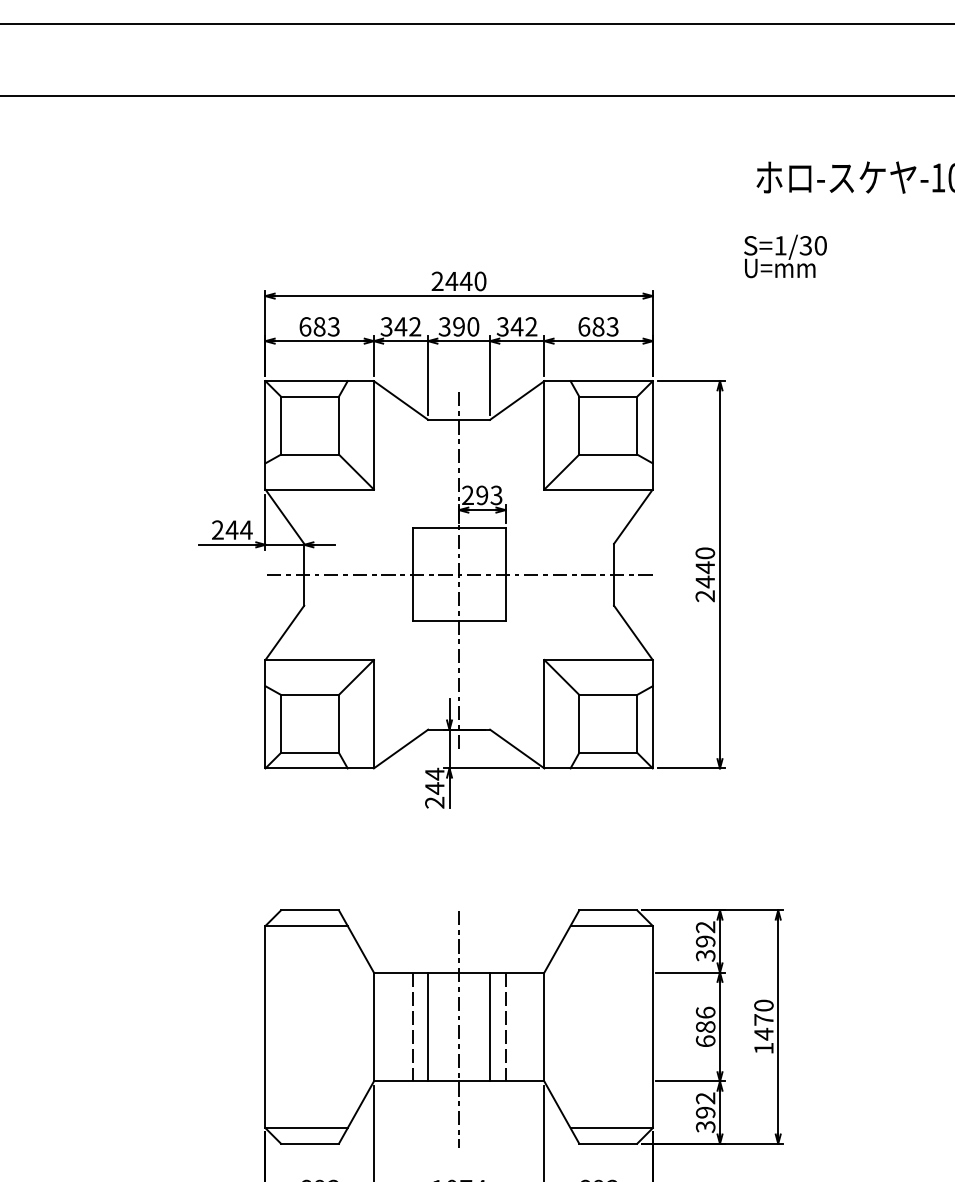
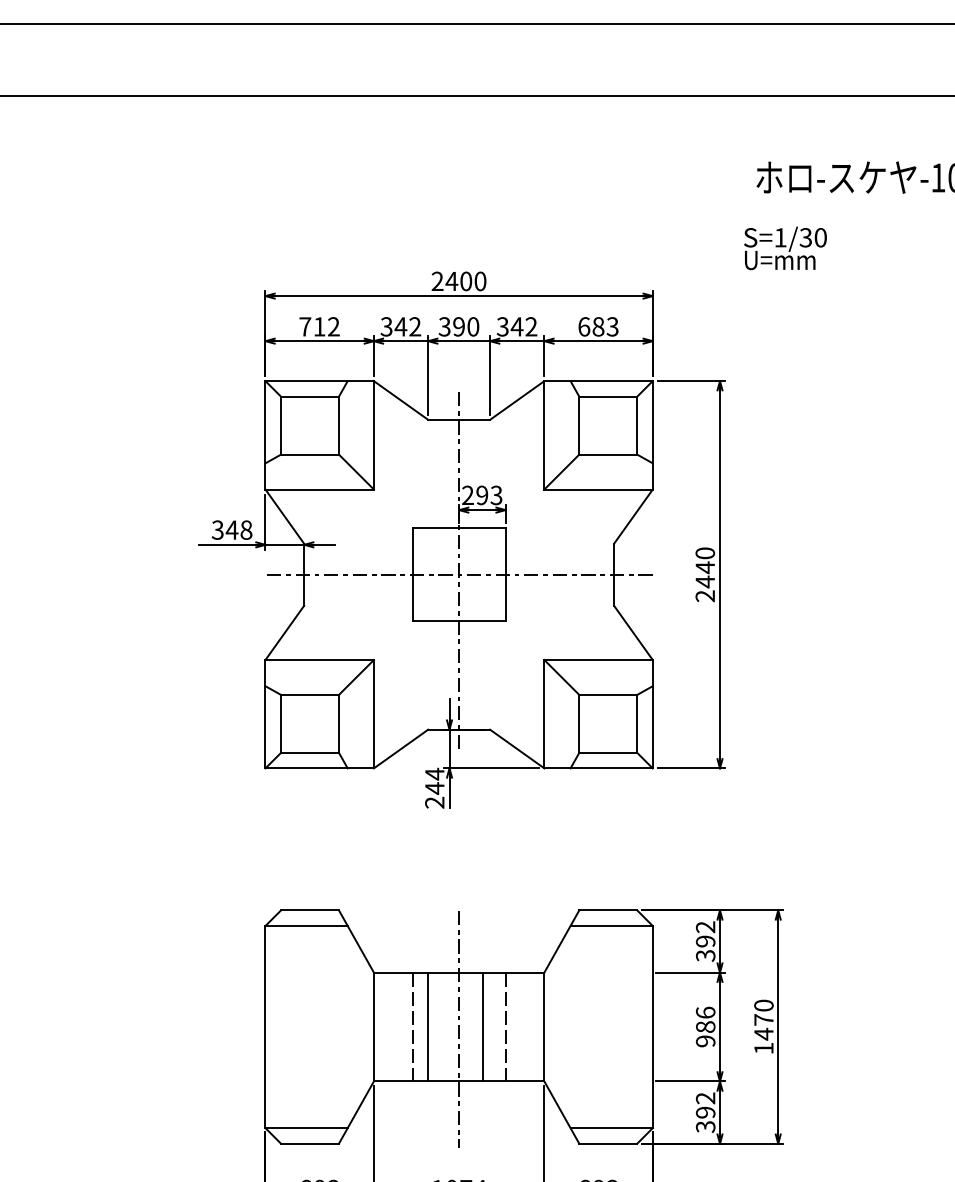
text at (785, 256) position: (785, 256) -> (785, 248)
text at (465, 281): 2440 -> 2400
text at (319, 326): 683 -> 712
text at (231, 529): 244 -> 348
line at (490, 1026) position: (490, 1026) -> (483, 1026)
text at (705, 1041): 686 -> 986
